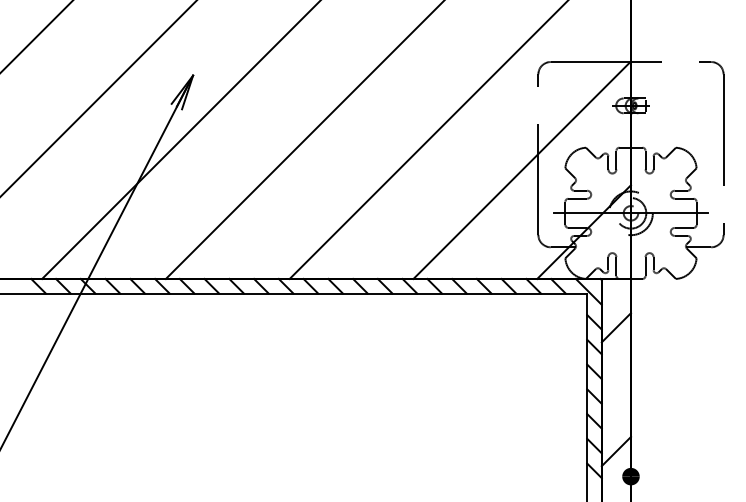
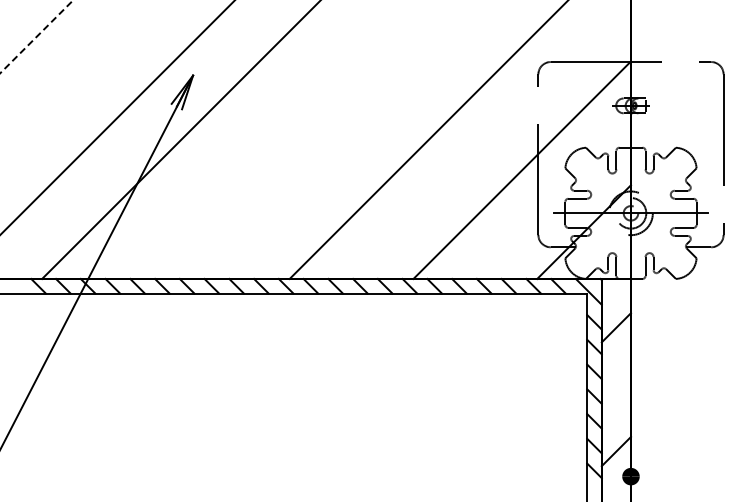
line at (37, 36): solid -> dashed
line at (98, 98) position: (98, 98) -> (117, 117)
line at (303, 140): present -> none
